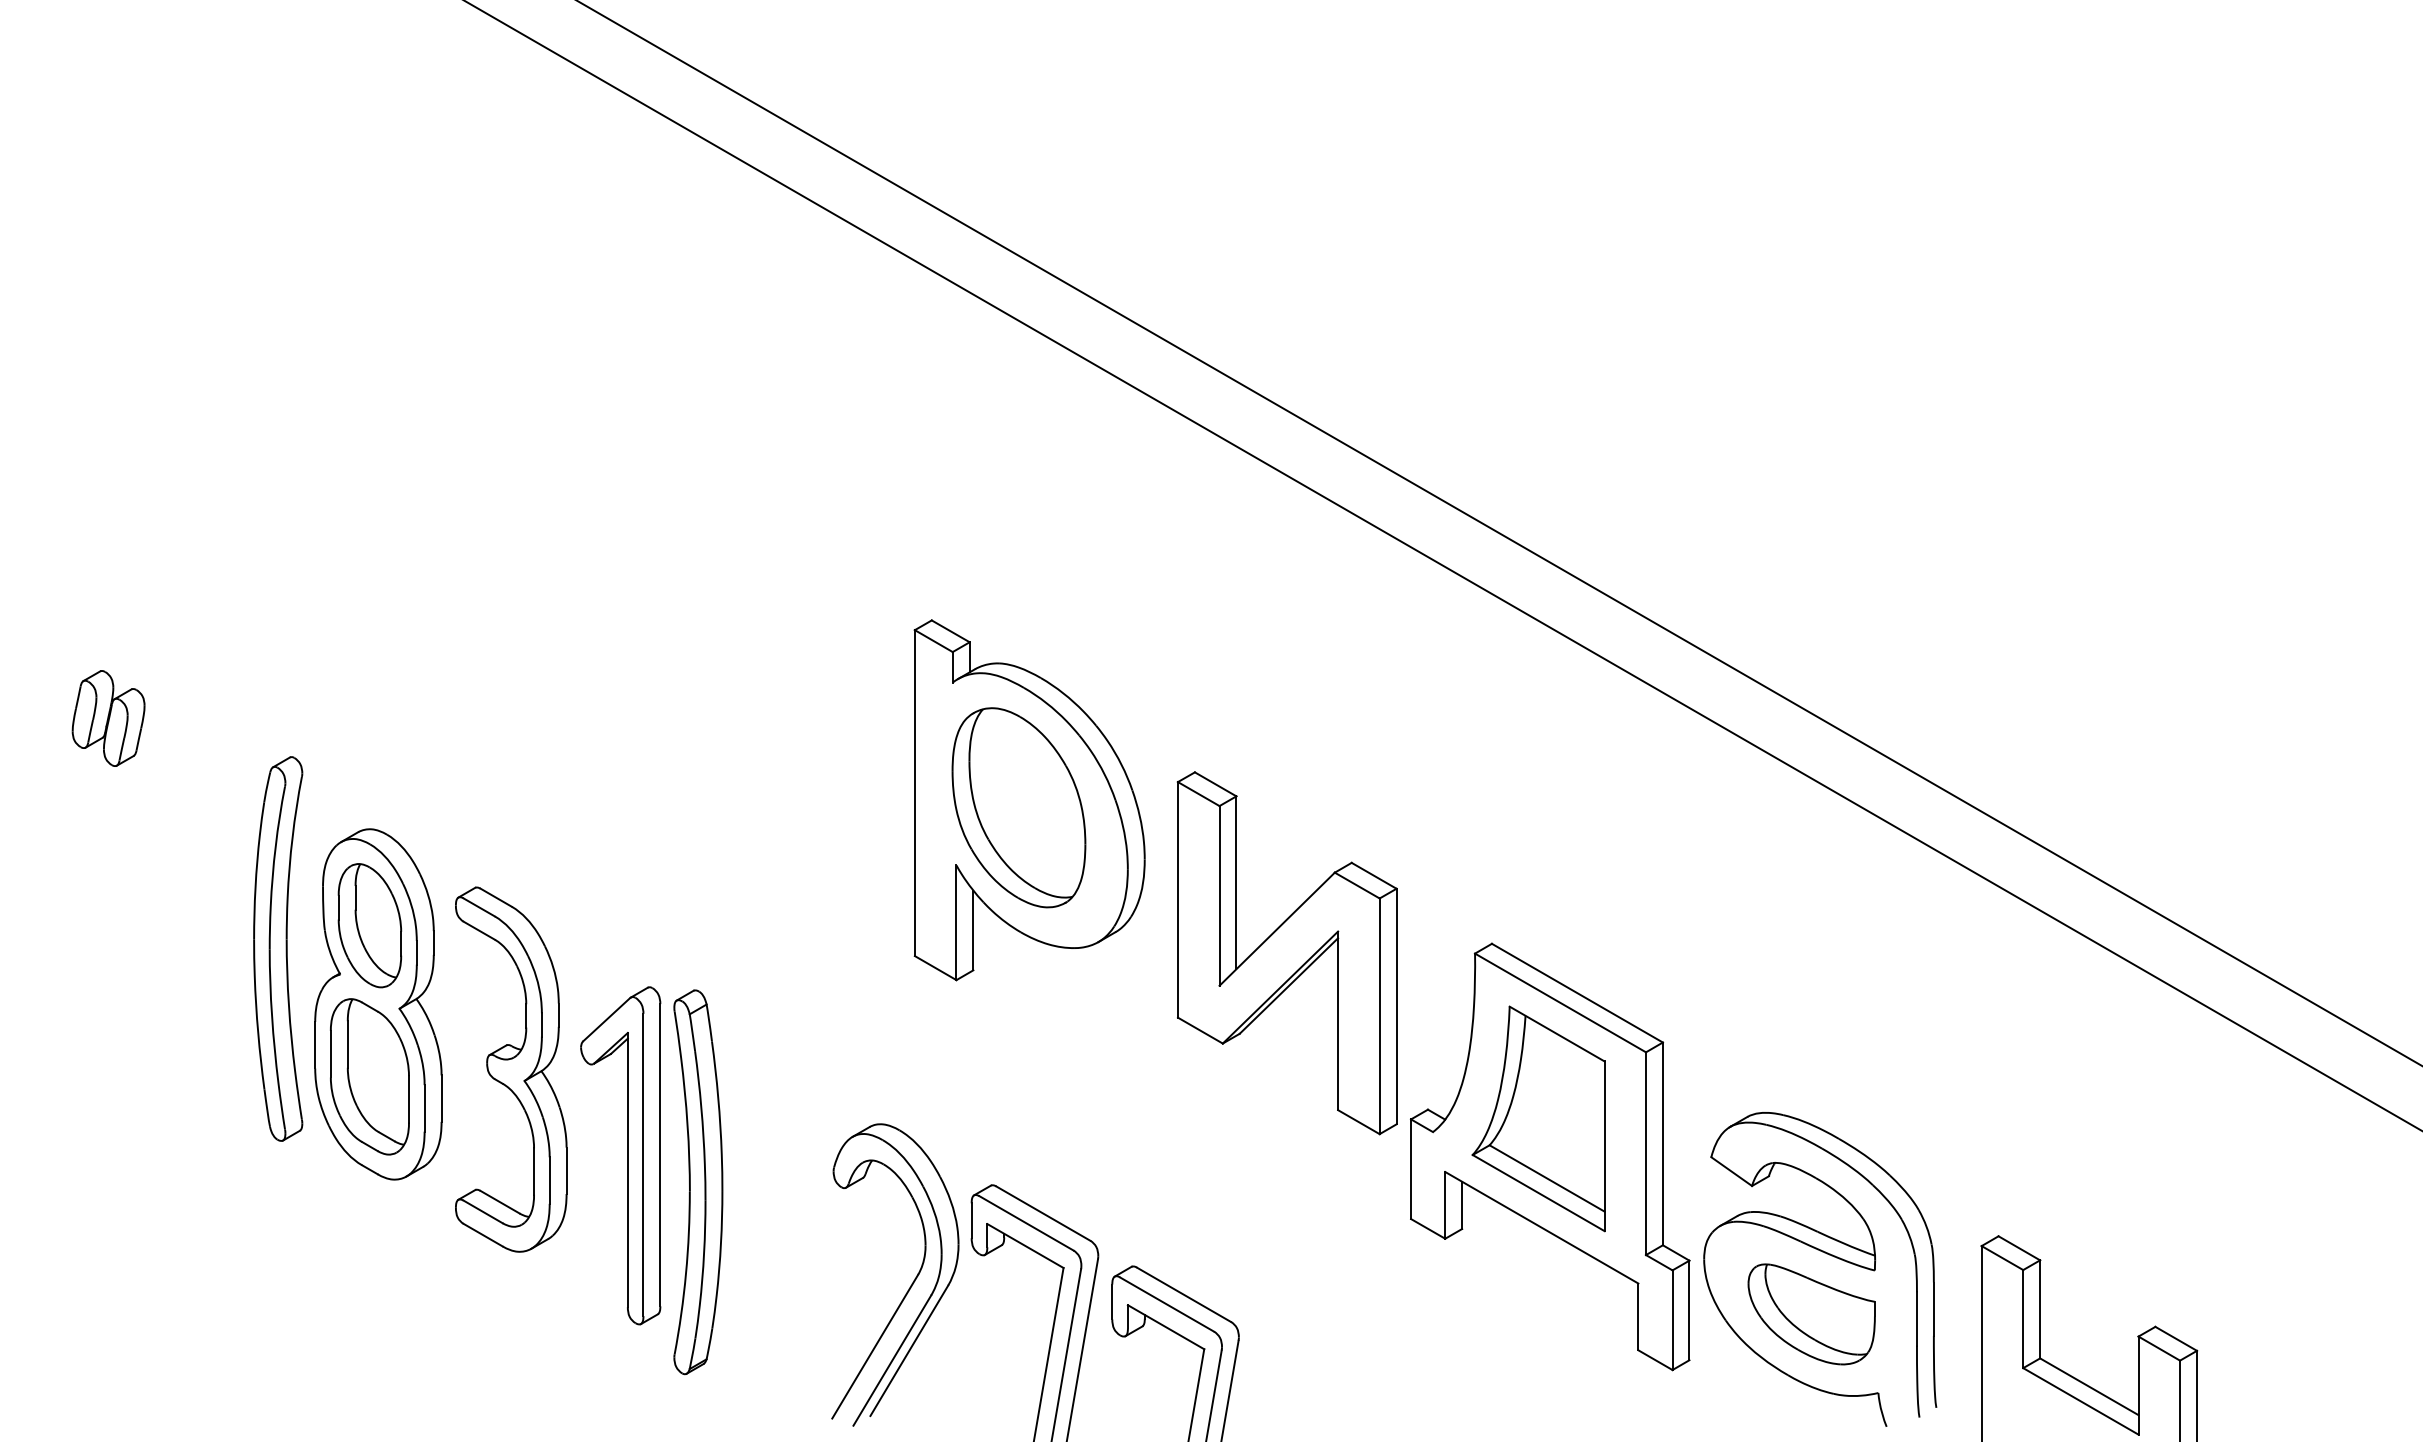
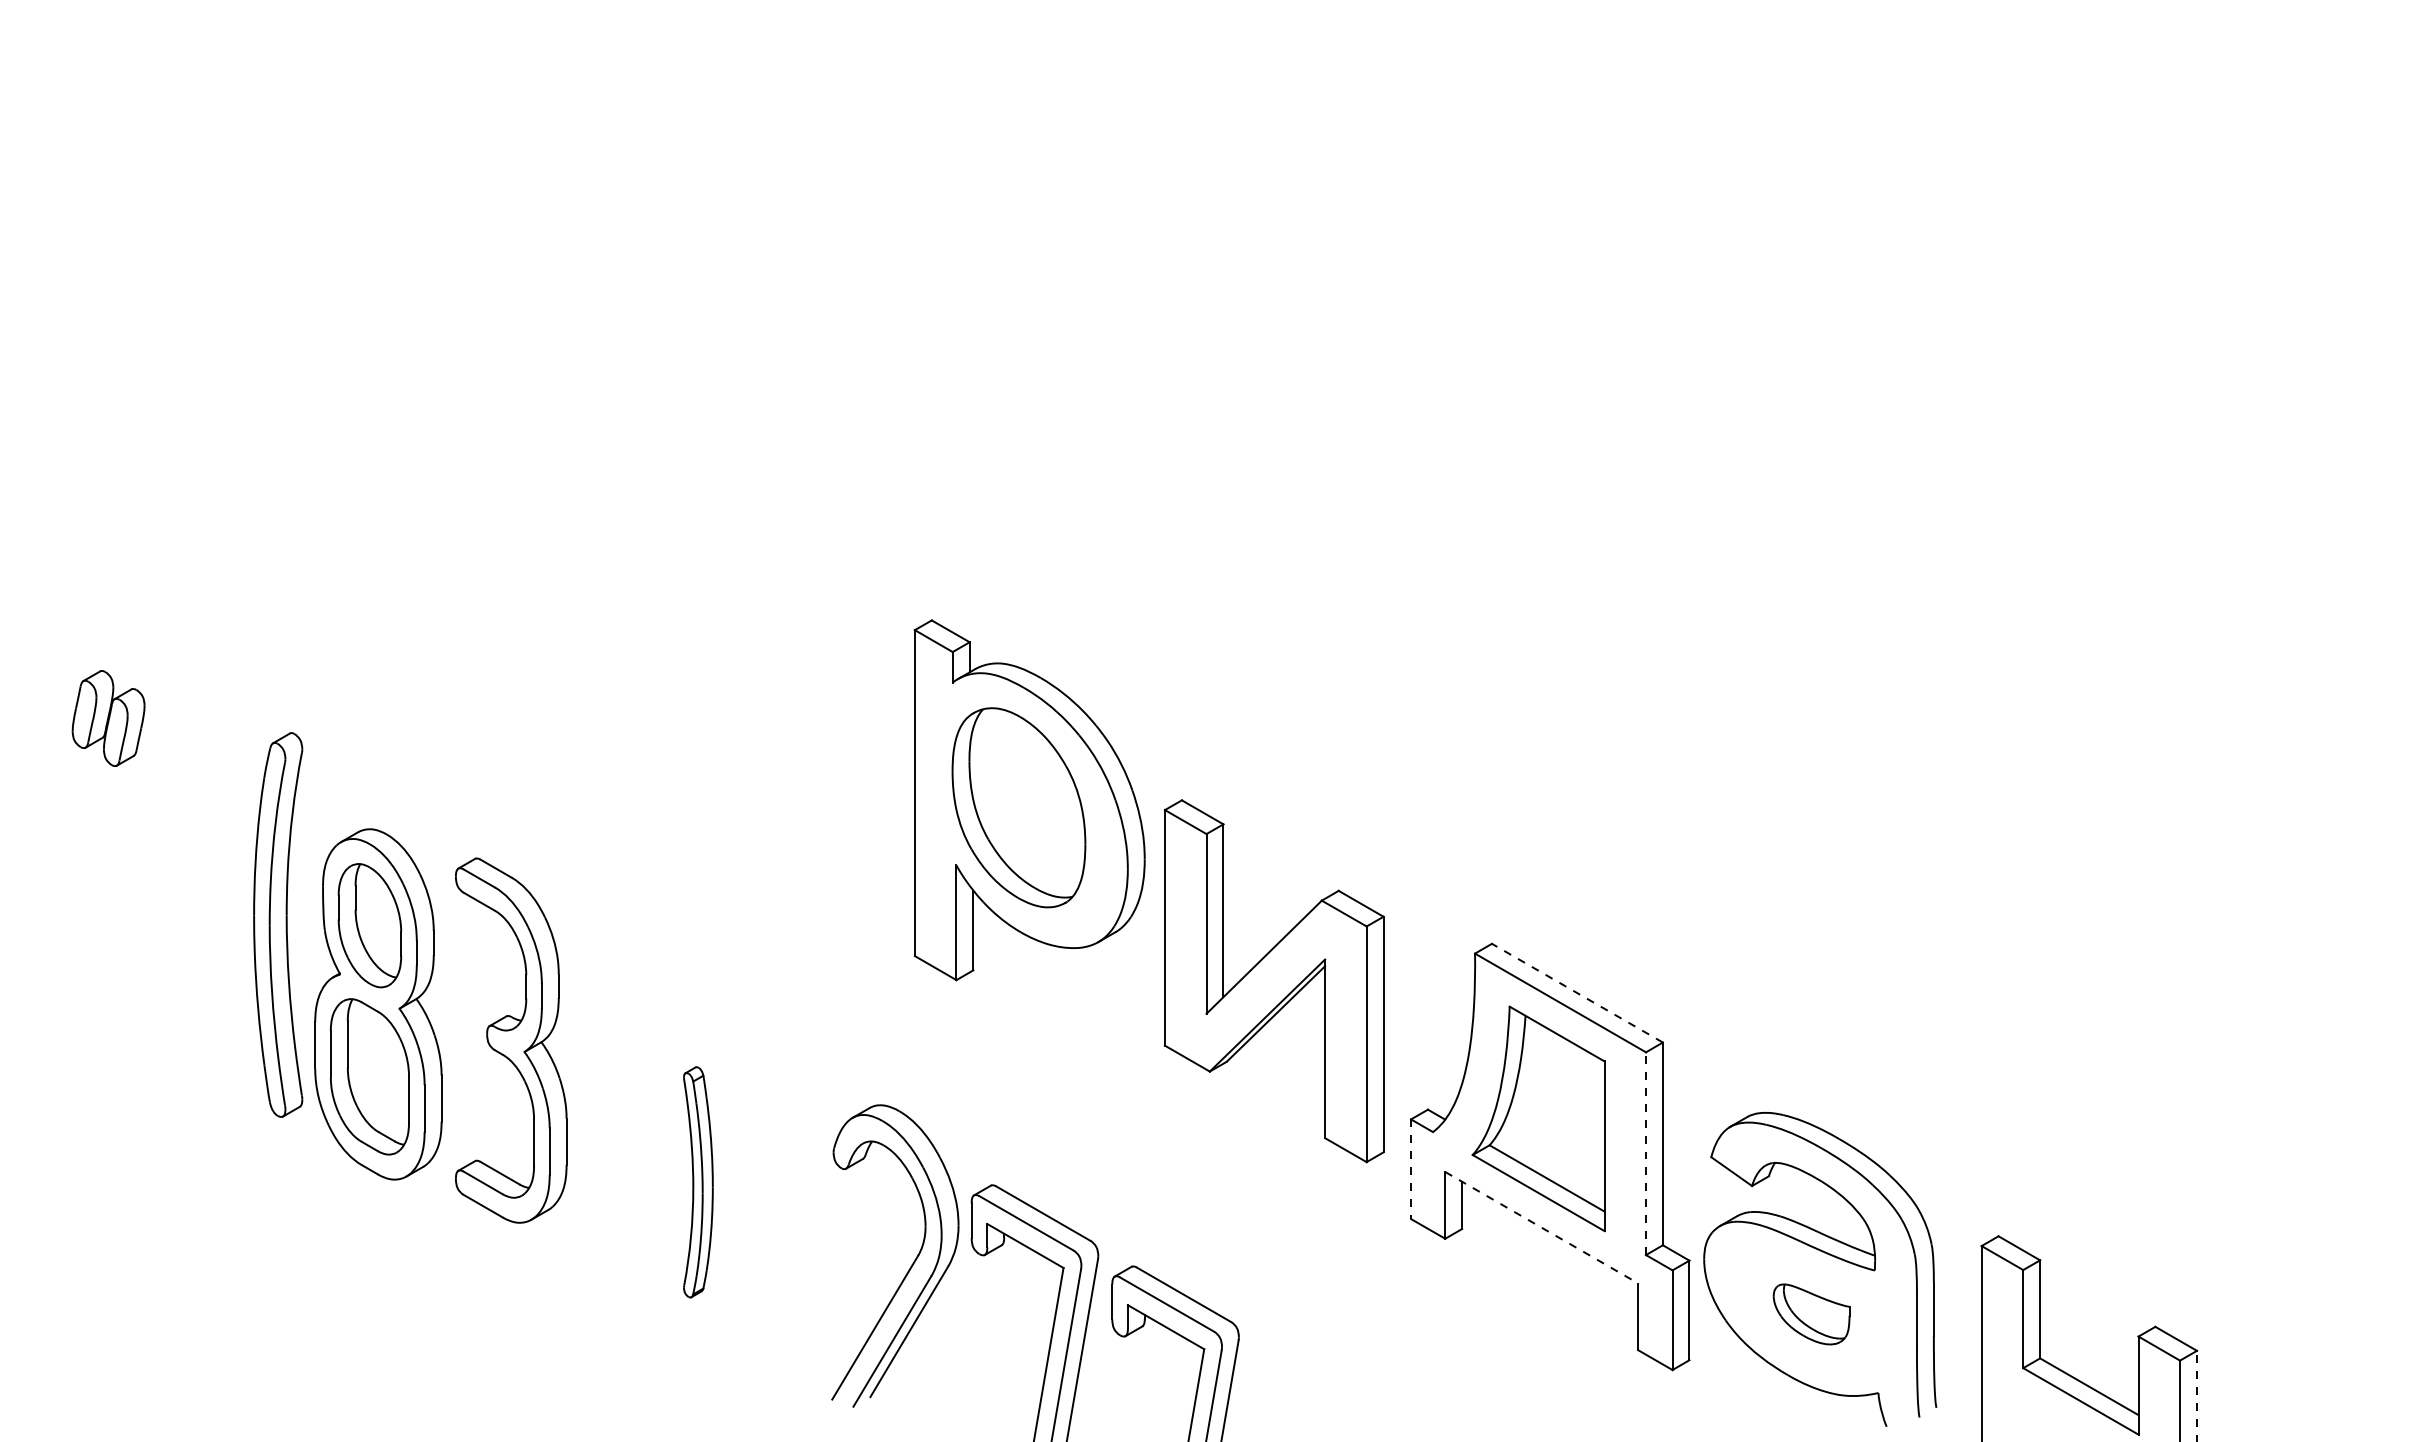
line at (1499, 533): present -> none
line at (1443, 565): present -> none
part at (278, 948) position: (278, 948) -> (278, 924)
part at (1286, 953) position: (1286, 953) -> (1273, 981)
line at (1577, 993): solid -> dashed
part at (511, 1069) position: (511, 1069) -> (511, 1040)
line at (1646, 1153): solid -> dashed
part at (627, 1155): present -> none
line at (1411, 1169): solid -> dashed
part at (698, 1182) size: 51x387 px -> 31x233 px
line at (1541, 1227): solid -> dashed
part at (911, 1283) position: (911, 1283) -> (911, 1264)
part at (1811, 1314) size: 129x103 px -> 79x63 px
line at (2197, 1395): solid -> dashed
